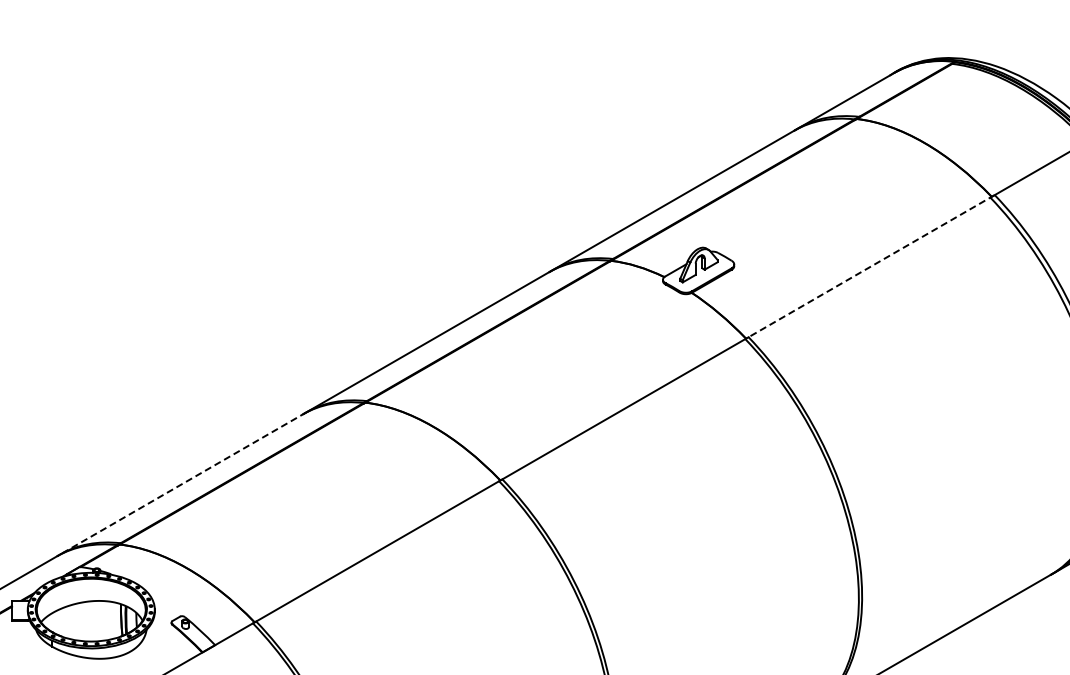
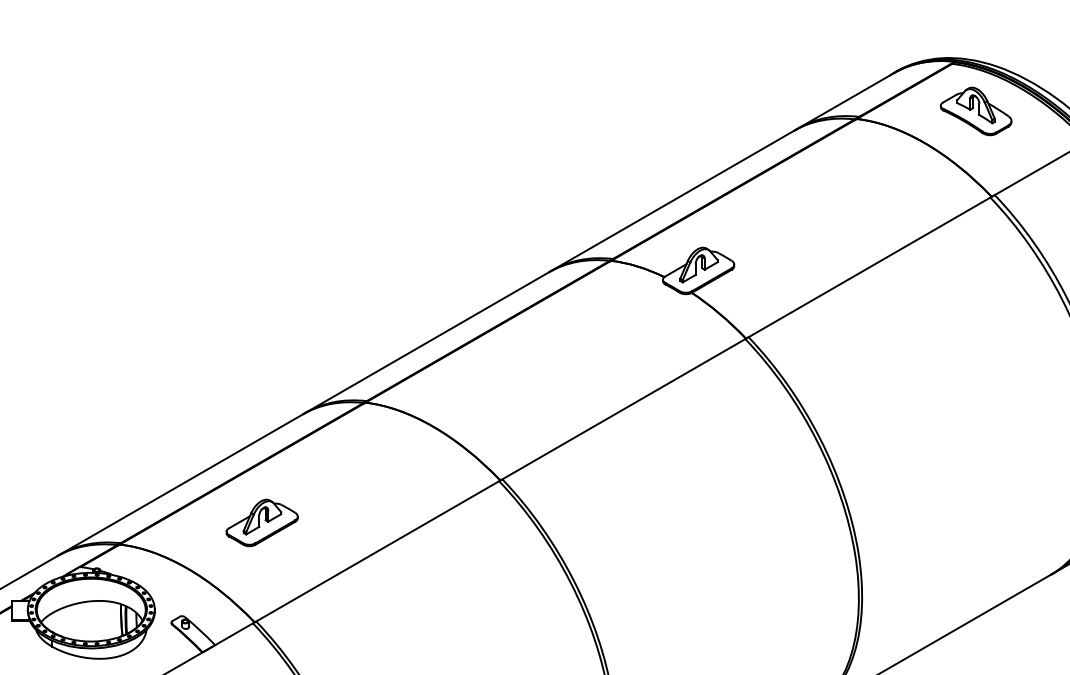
part at (975, 111): none -> present
line at (869, 267): dashed -> solid
line at (181, 484): dashed -> solid
part at (261, 522): none -> present
